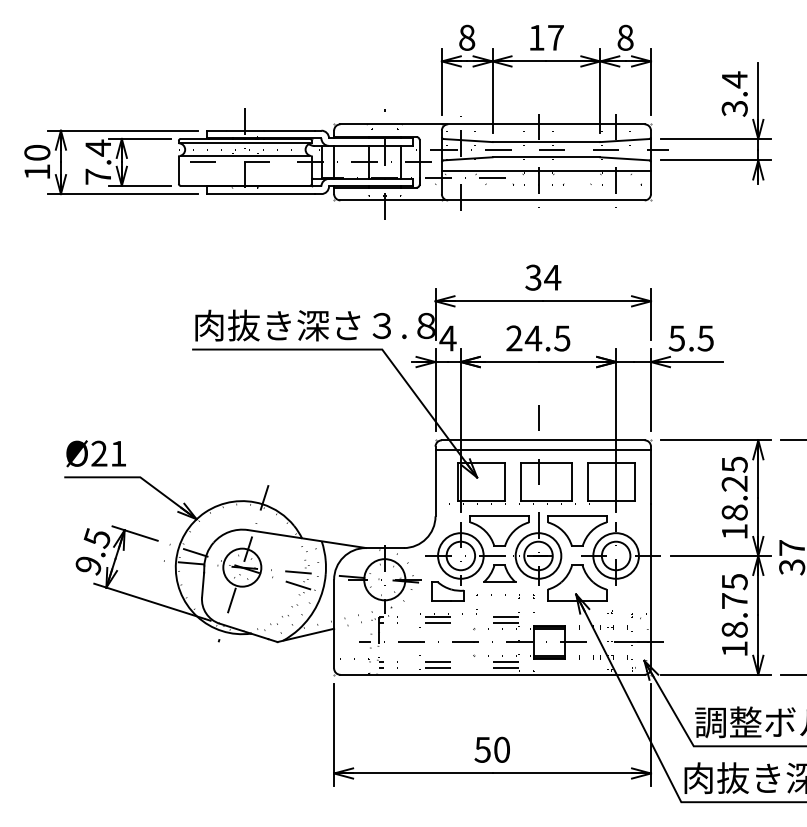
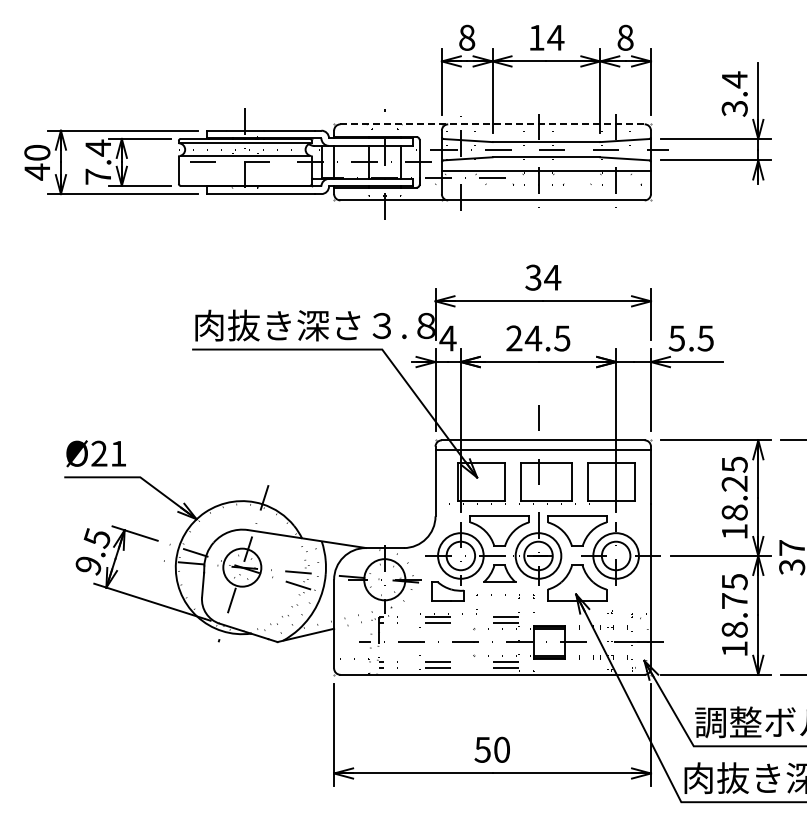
text at (555, 37): 17 -> 14
line at (493, 124): solid -> dashed
text at (36, 171): 10 -> 40
